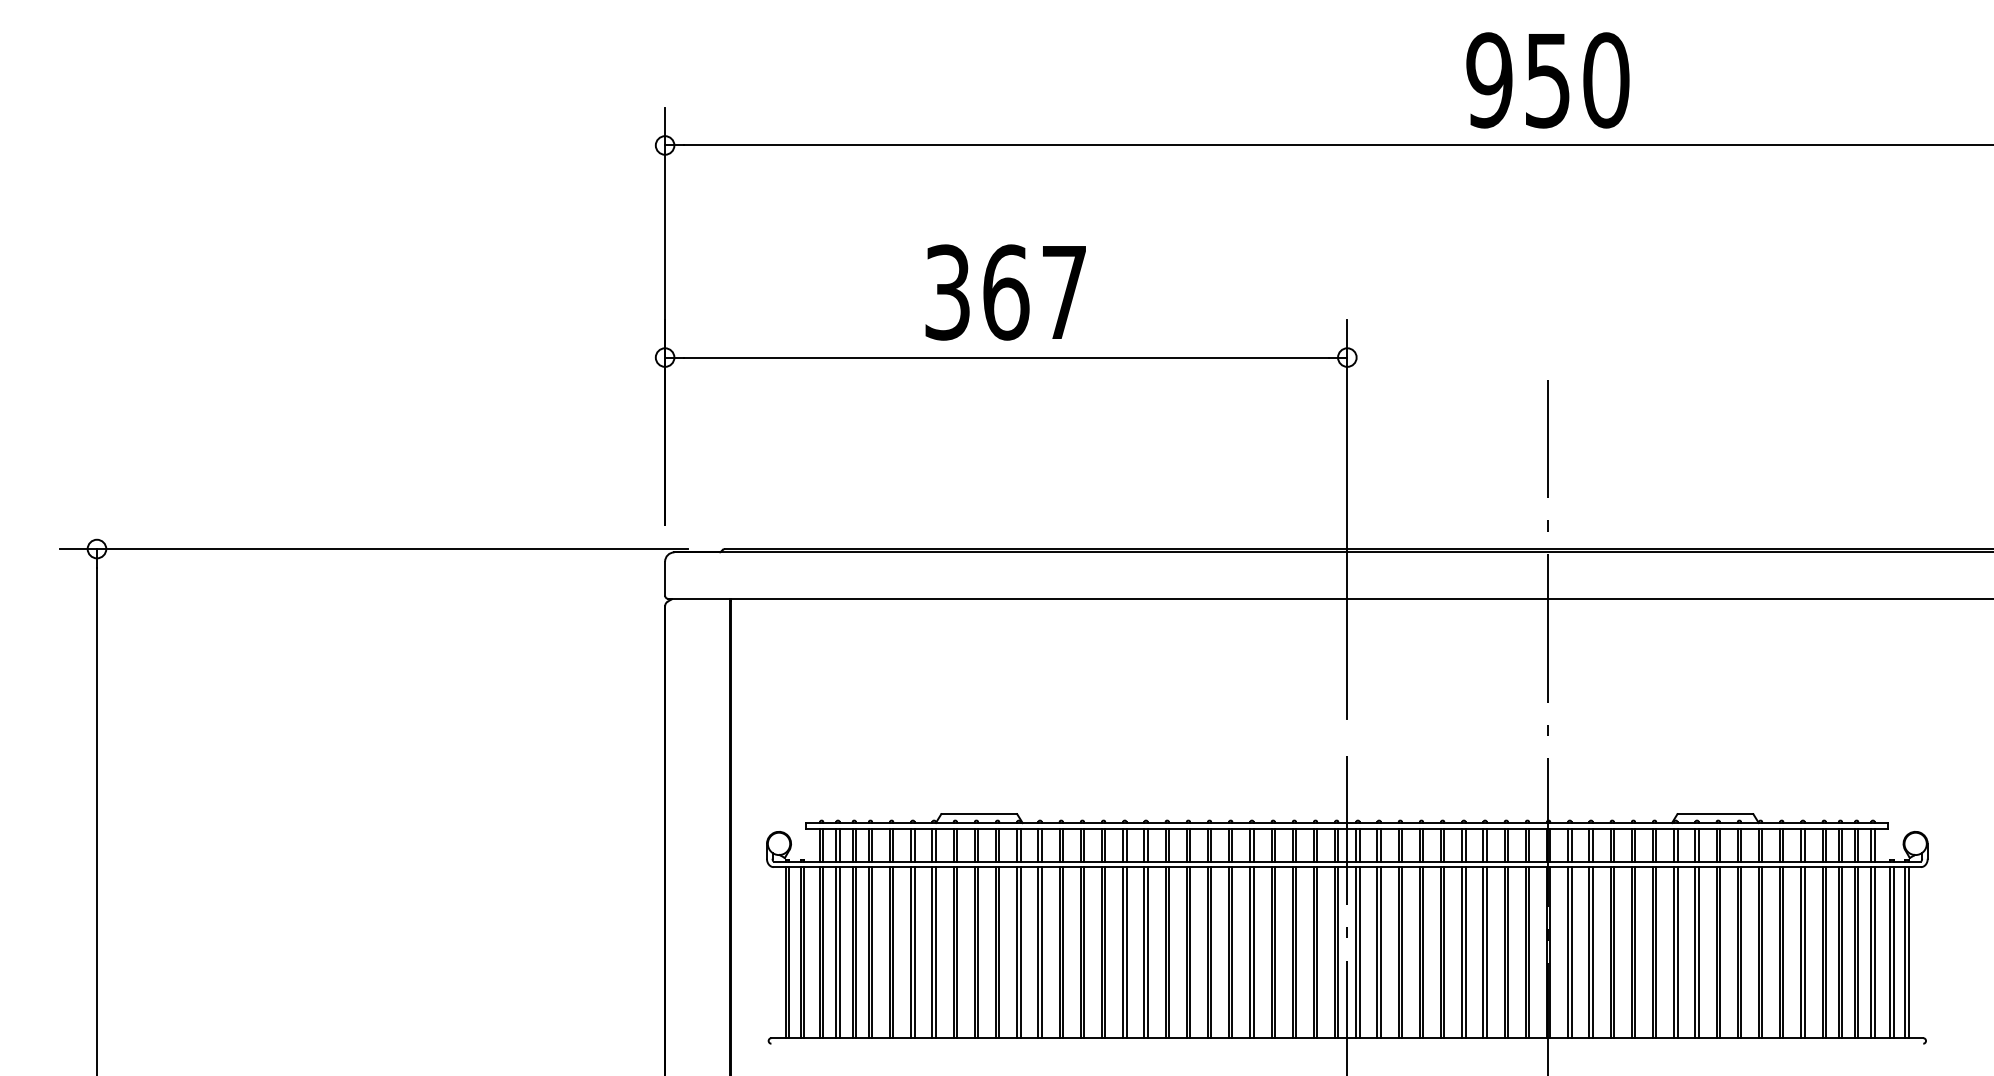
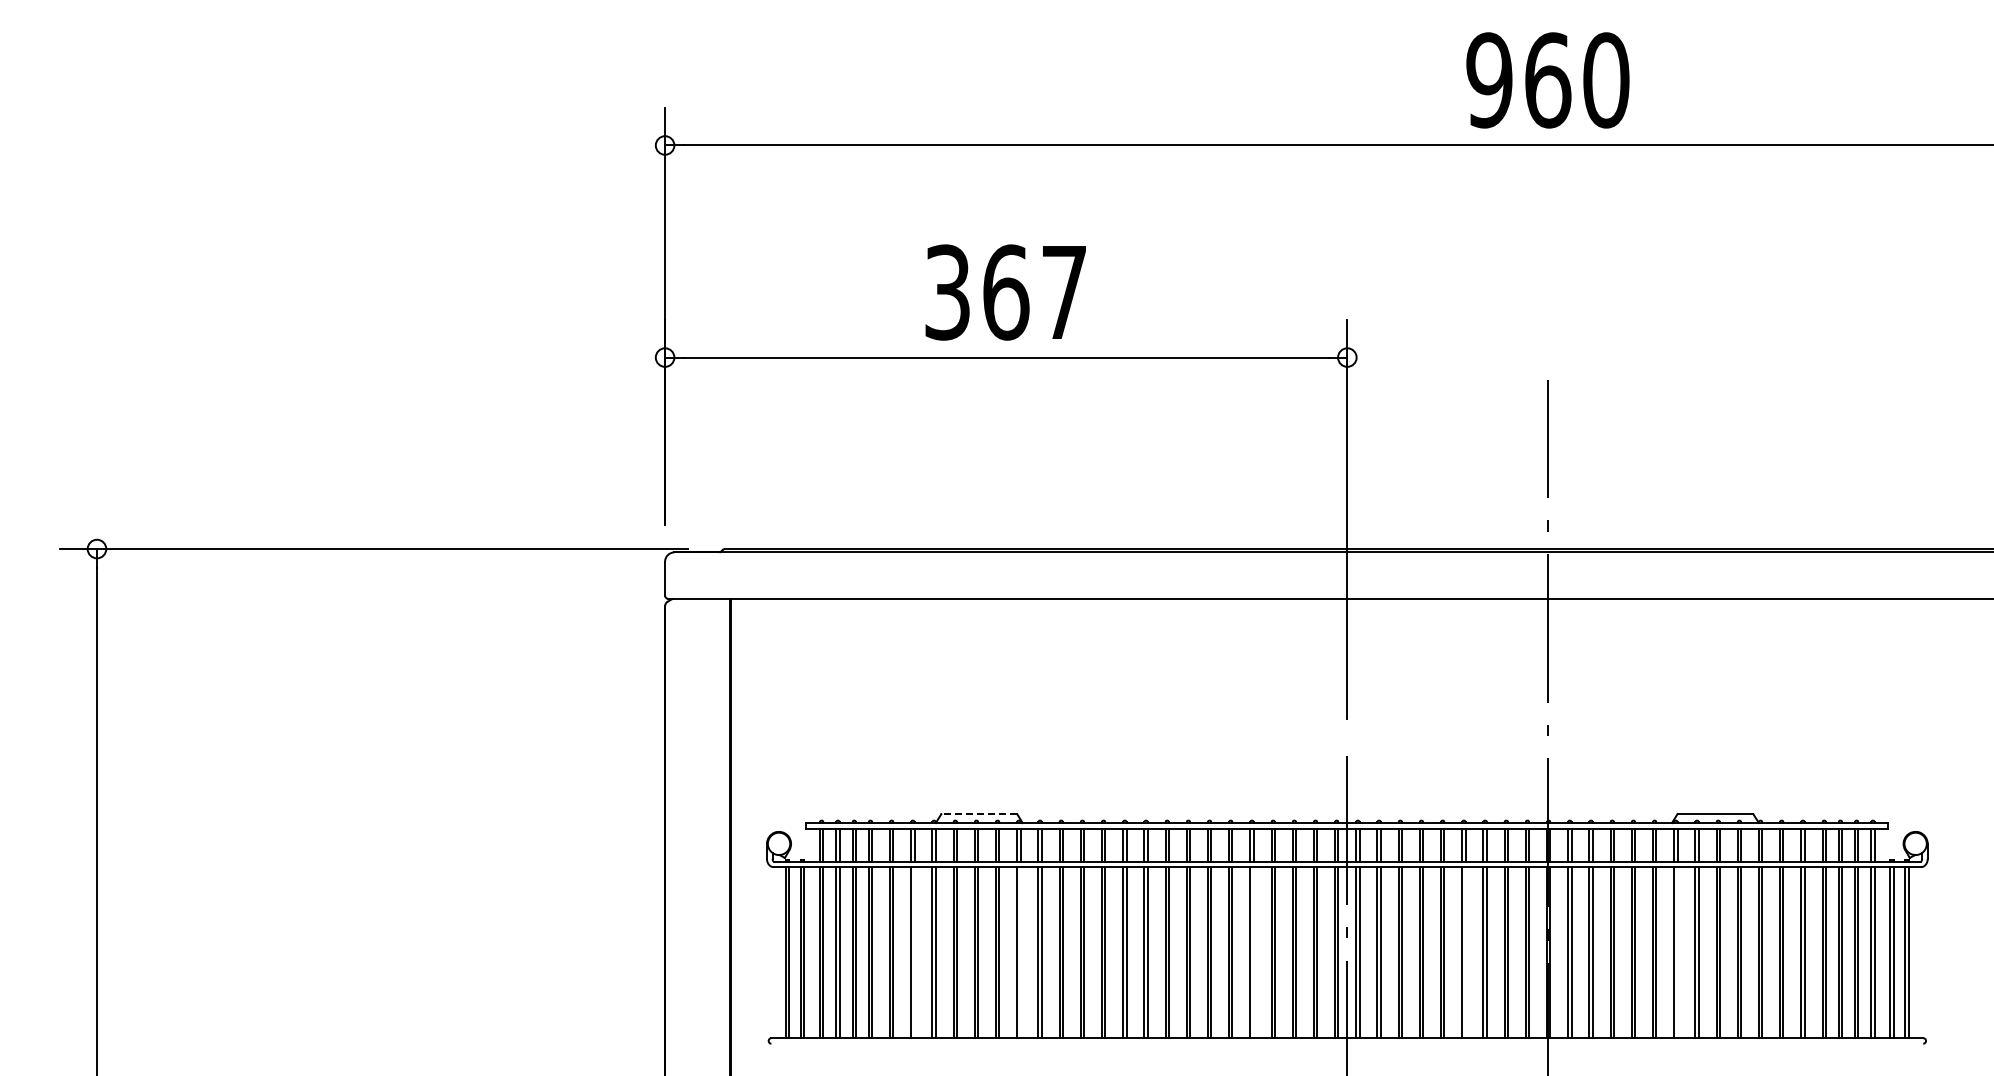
text at (1548, 80): 950 -> 960
line at (978, 813): solid -> dashed
line at (914, 952): present -> none
line at (1020, 952): present -> none
line at (1253, 952): present -> none
line at (1465, 952): present -> none
line at (1677, 952): present -> none
